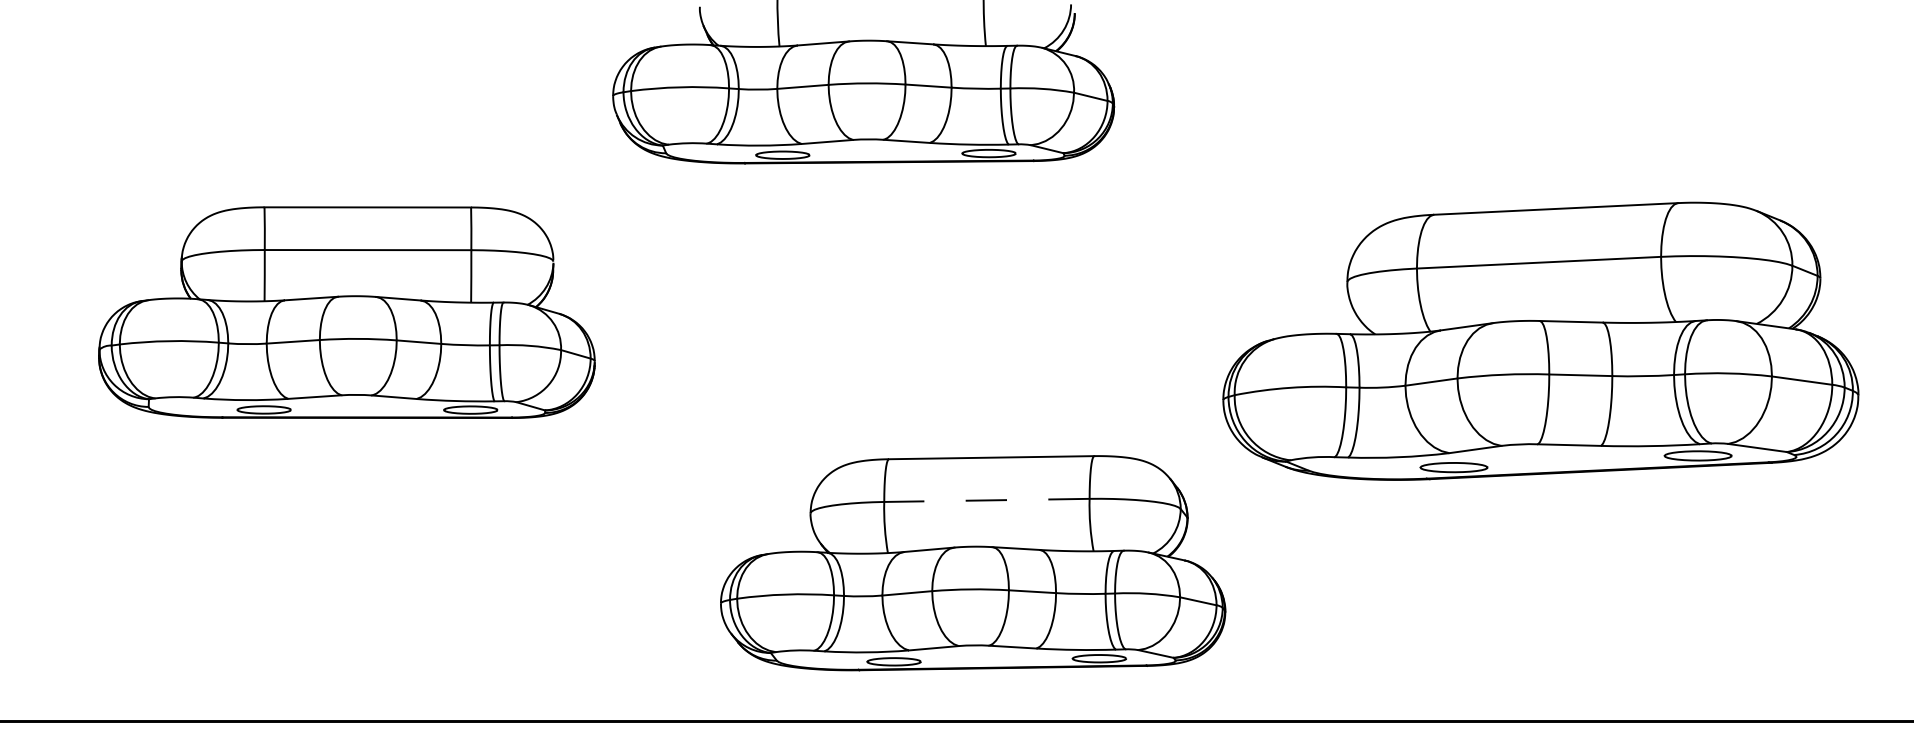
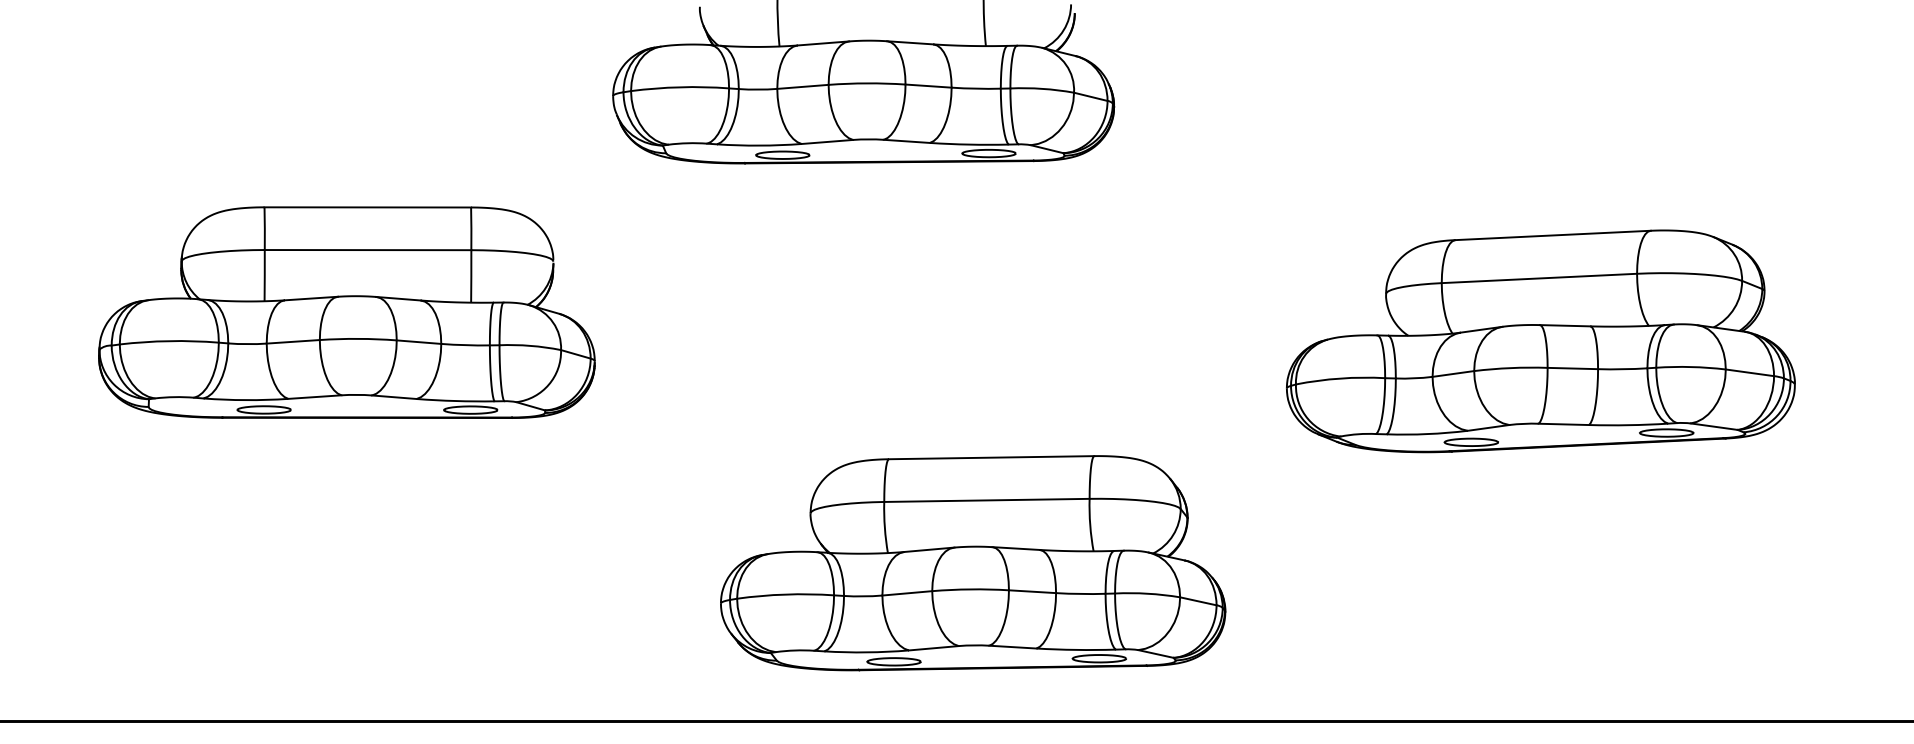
part at (1540, 340) size: 638x280 px -> 510x225 px
line at (986, 500): dashed -> solid
